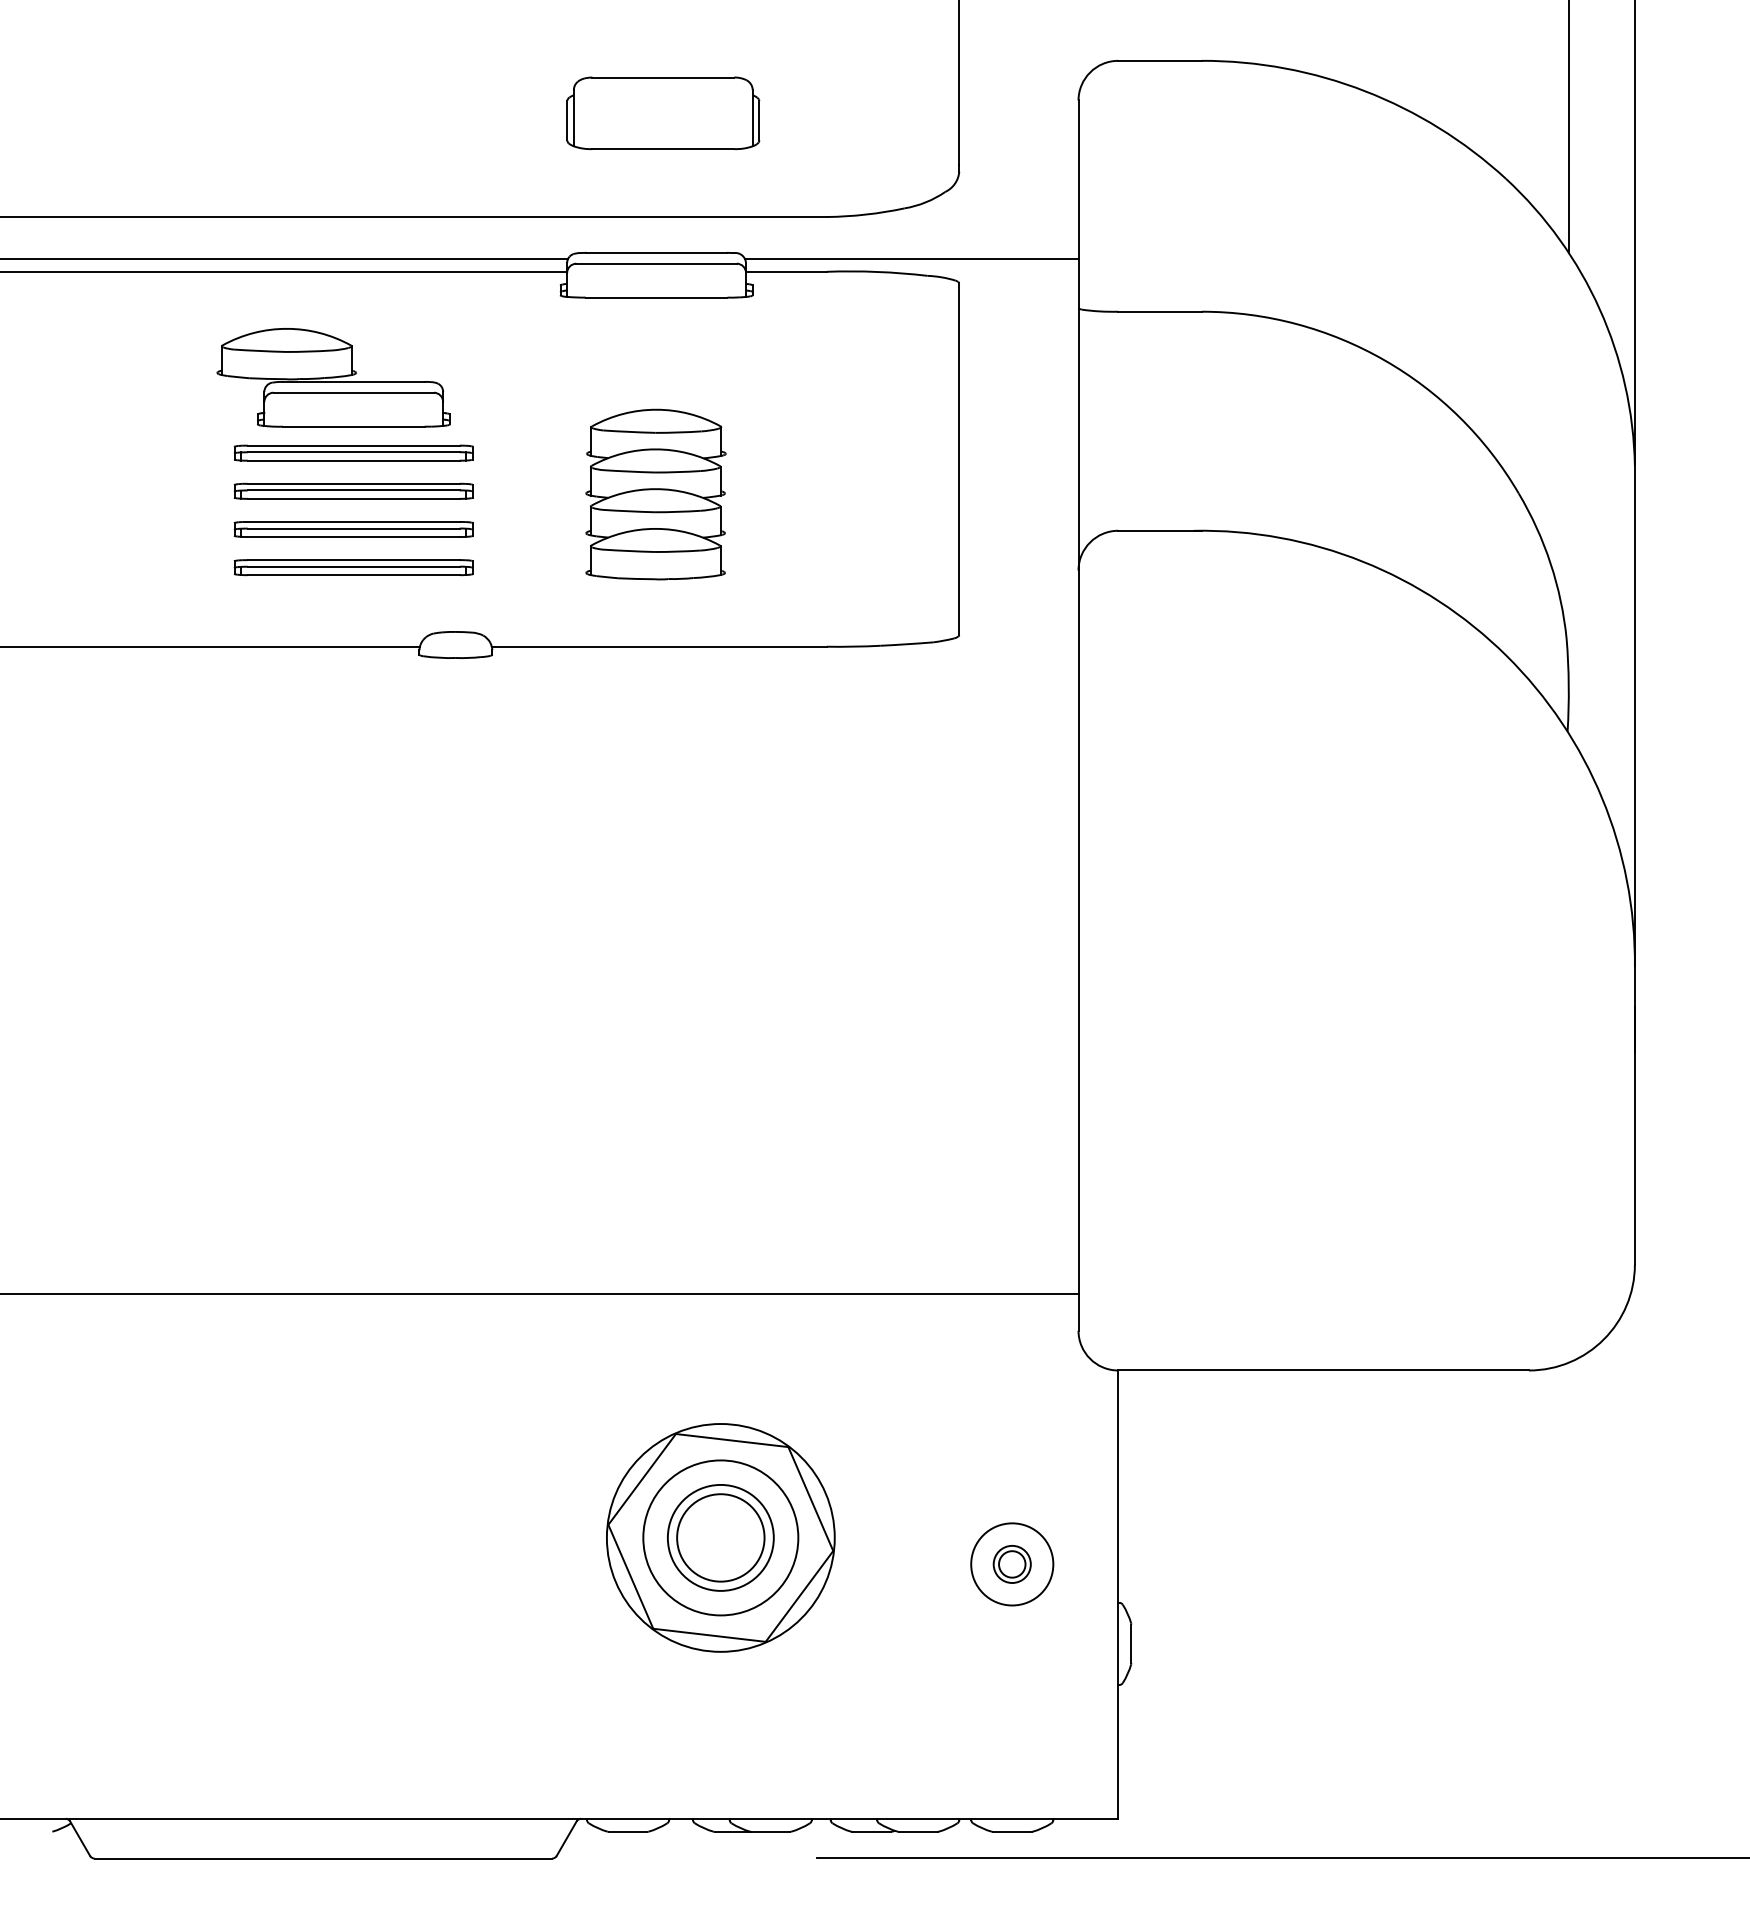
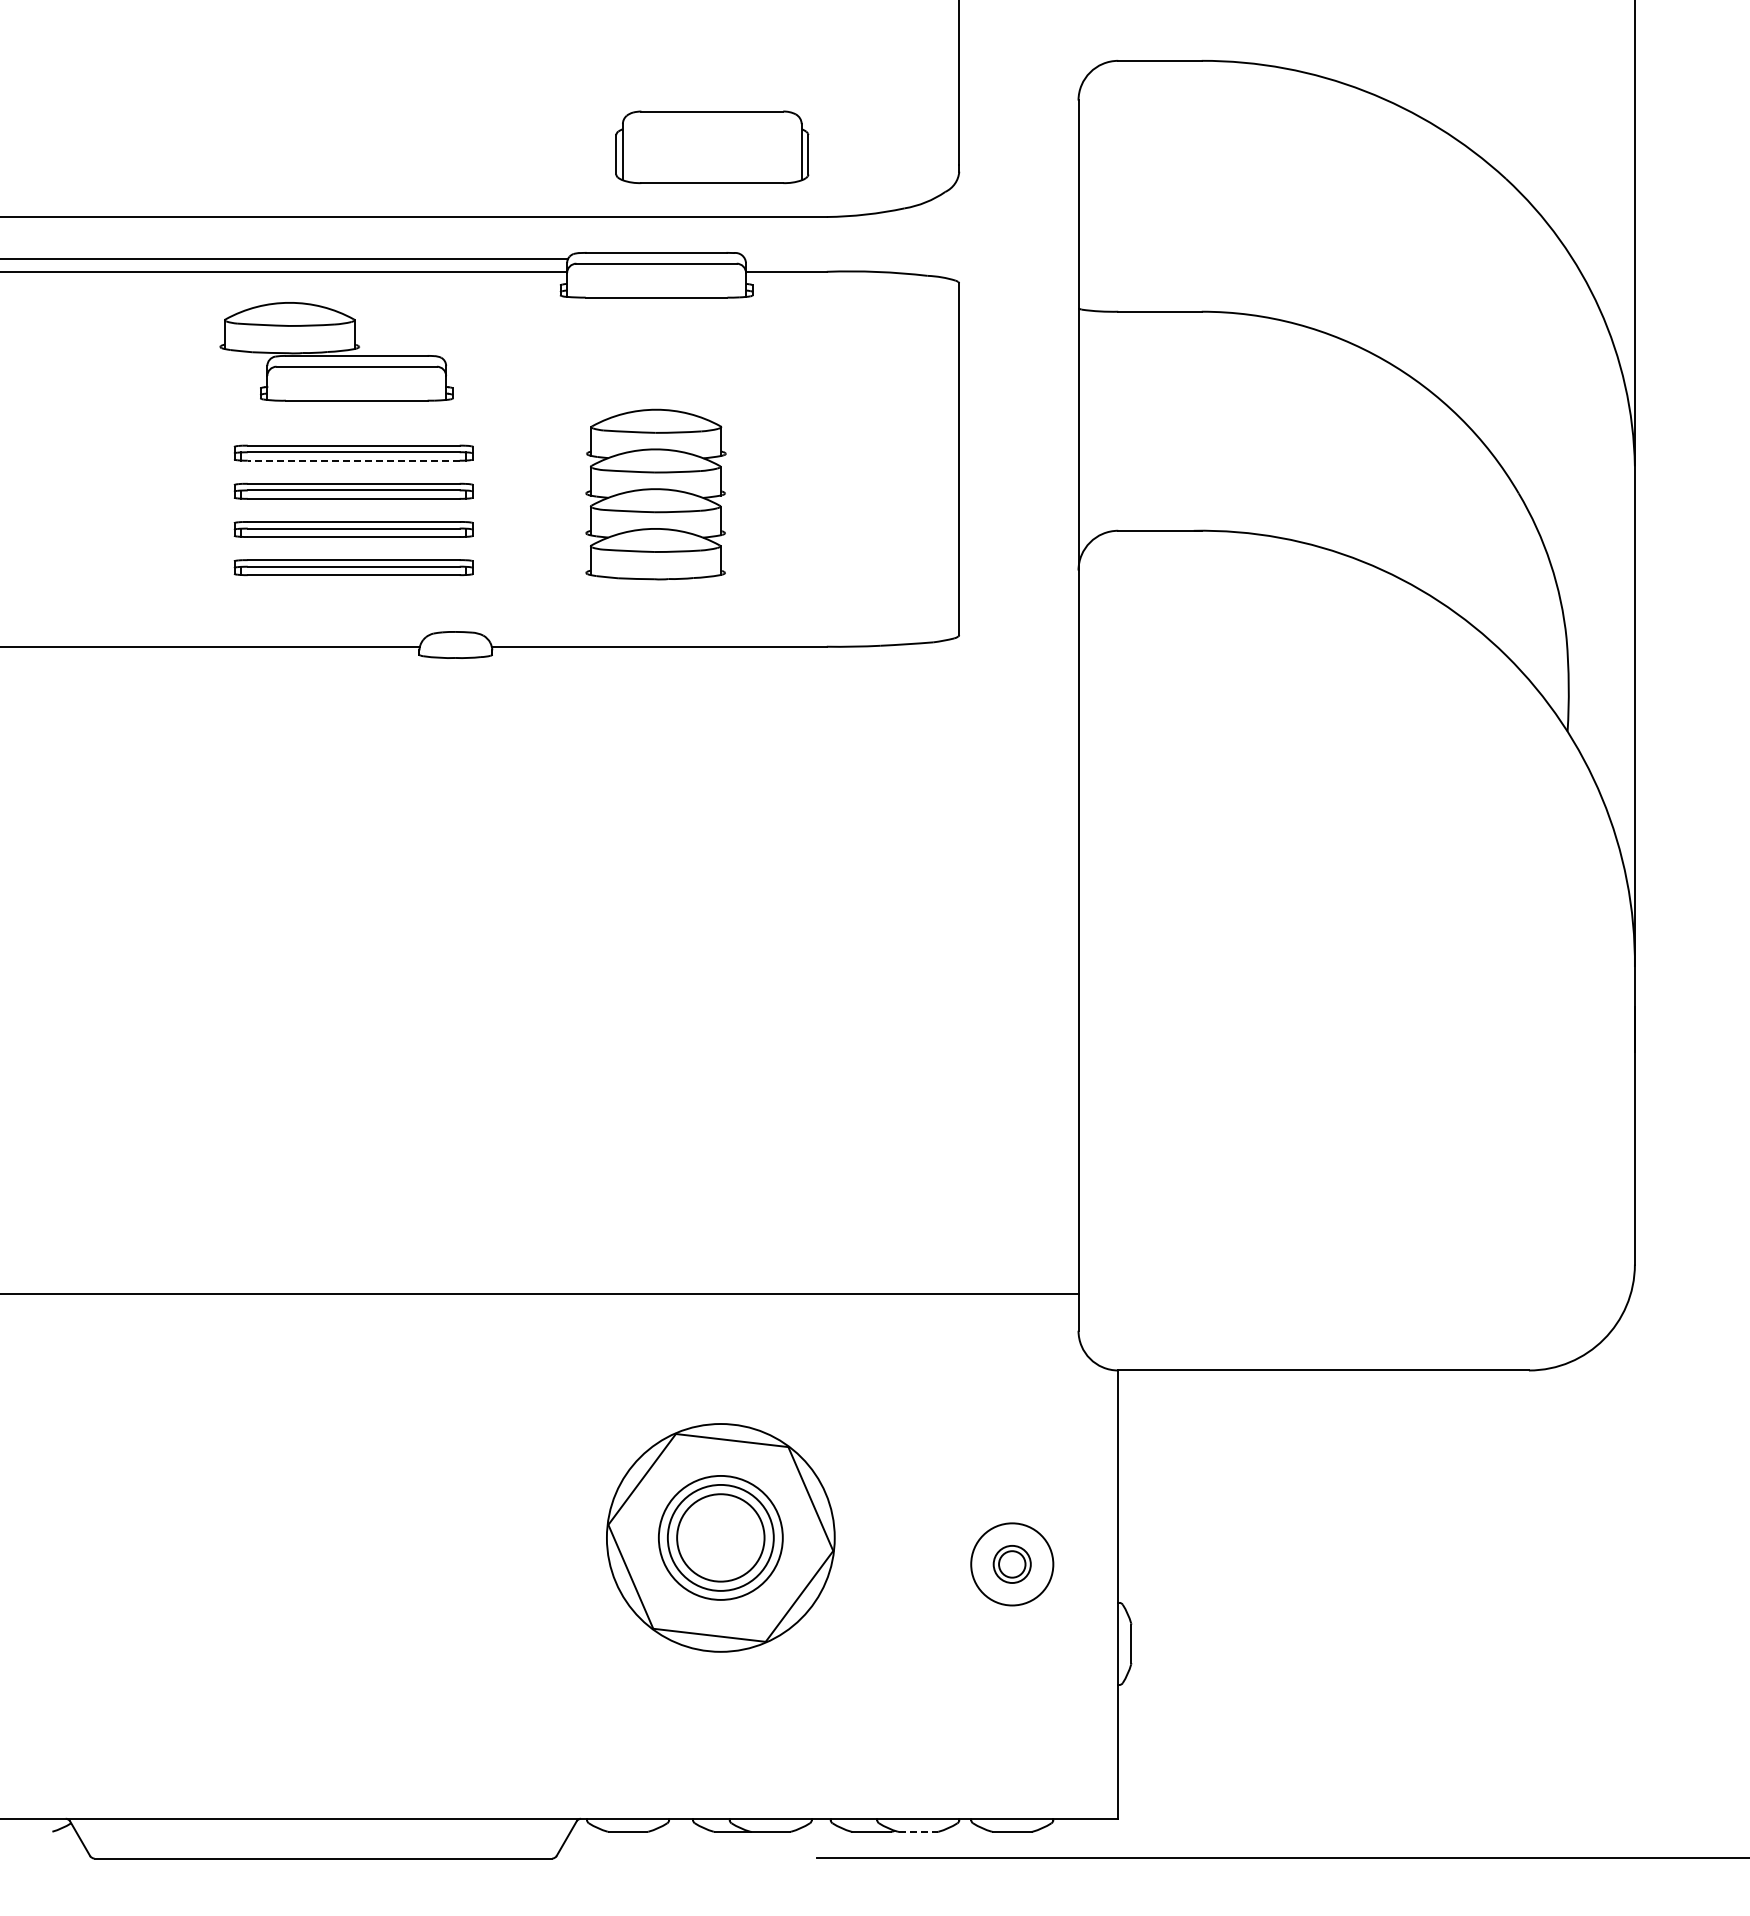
part at (663, 112) position: (663, 112) -> (712, 146)
line at (1568, 127): present -> none
line at (911, 258): present -> none
part at (333, 377) position: (333, 377) -> (336, 351)
line at (353, 460): solid -> dashed
circle at (720, 1537) diameter: 155 px -> 124 px
line at (918, 1831): solid -> dashed
